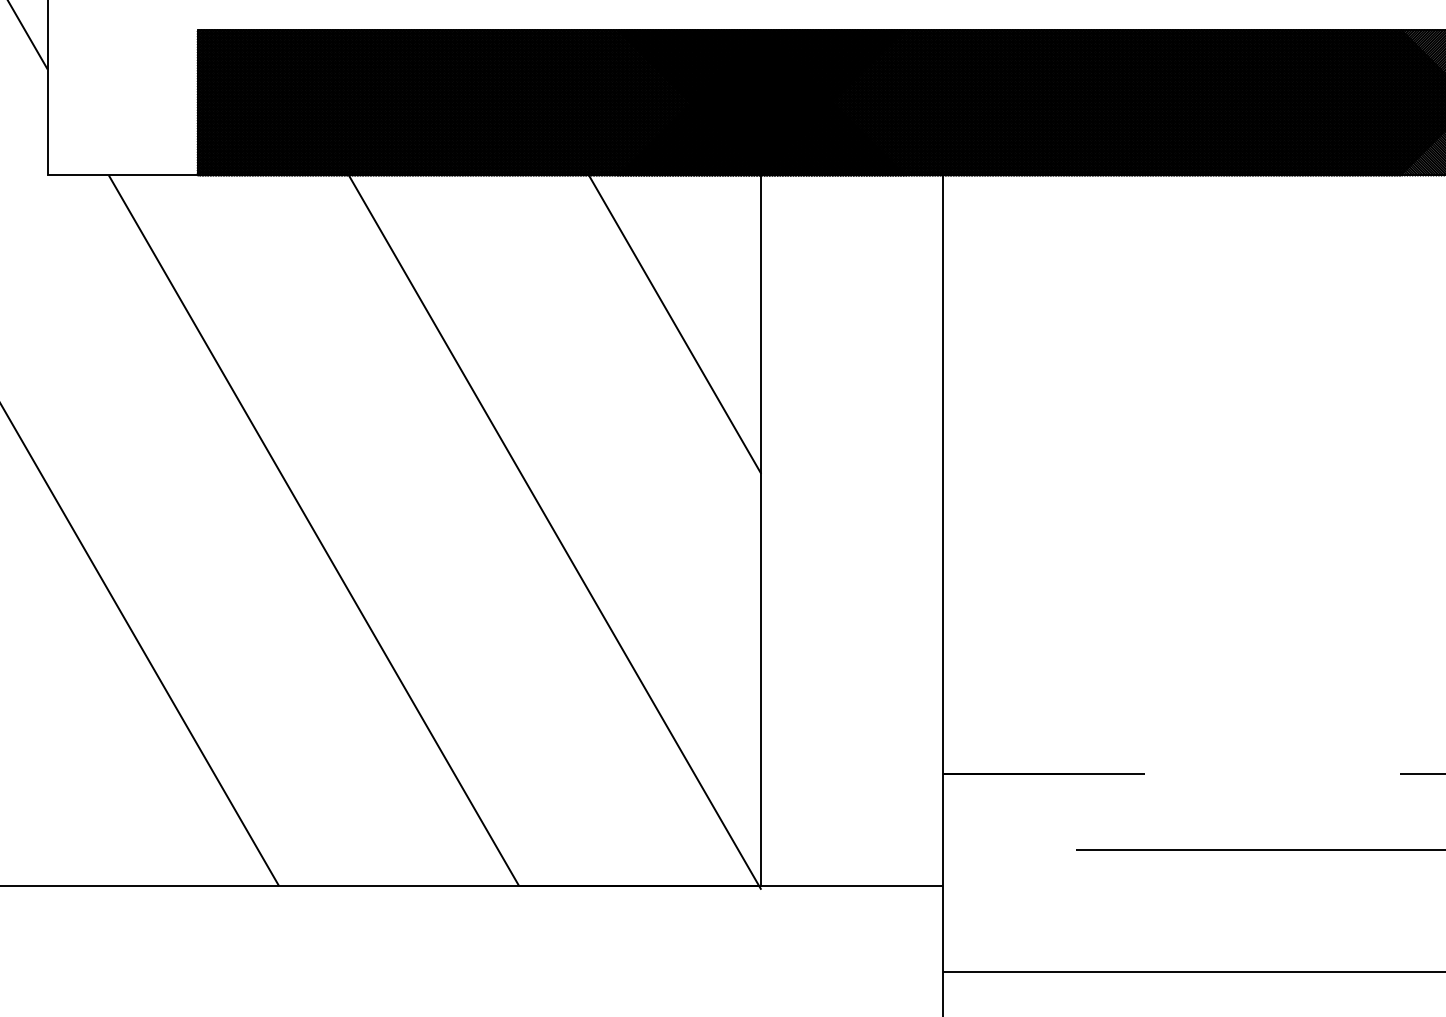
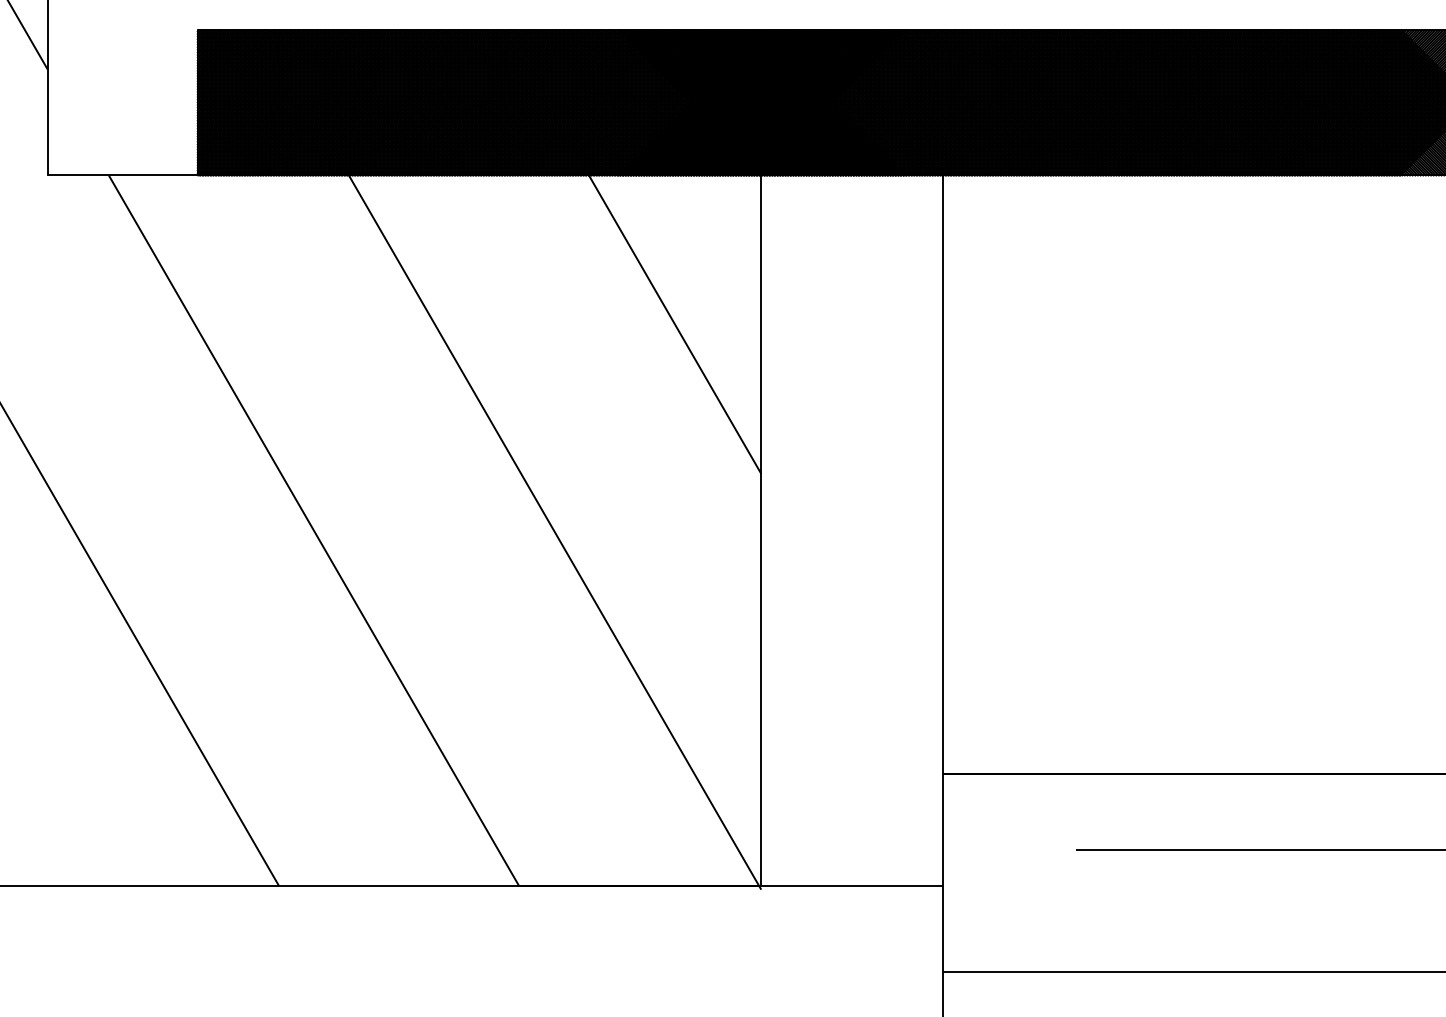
line at (942, 774): dashed -> solid
